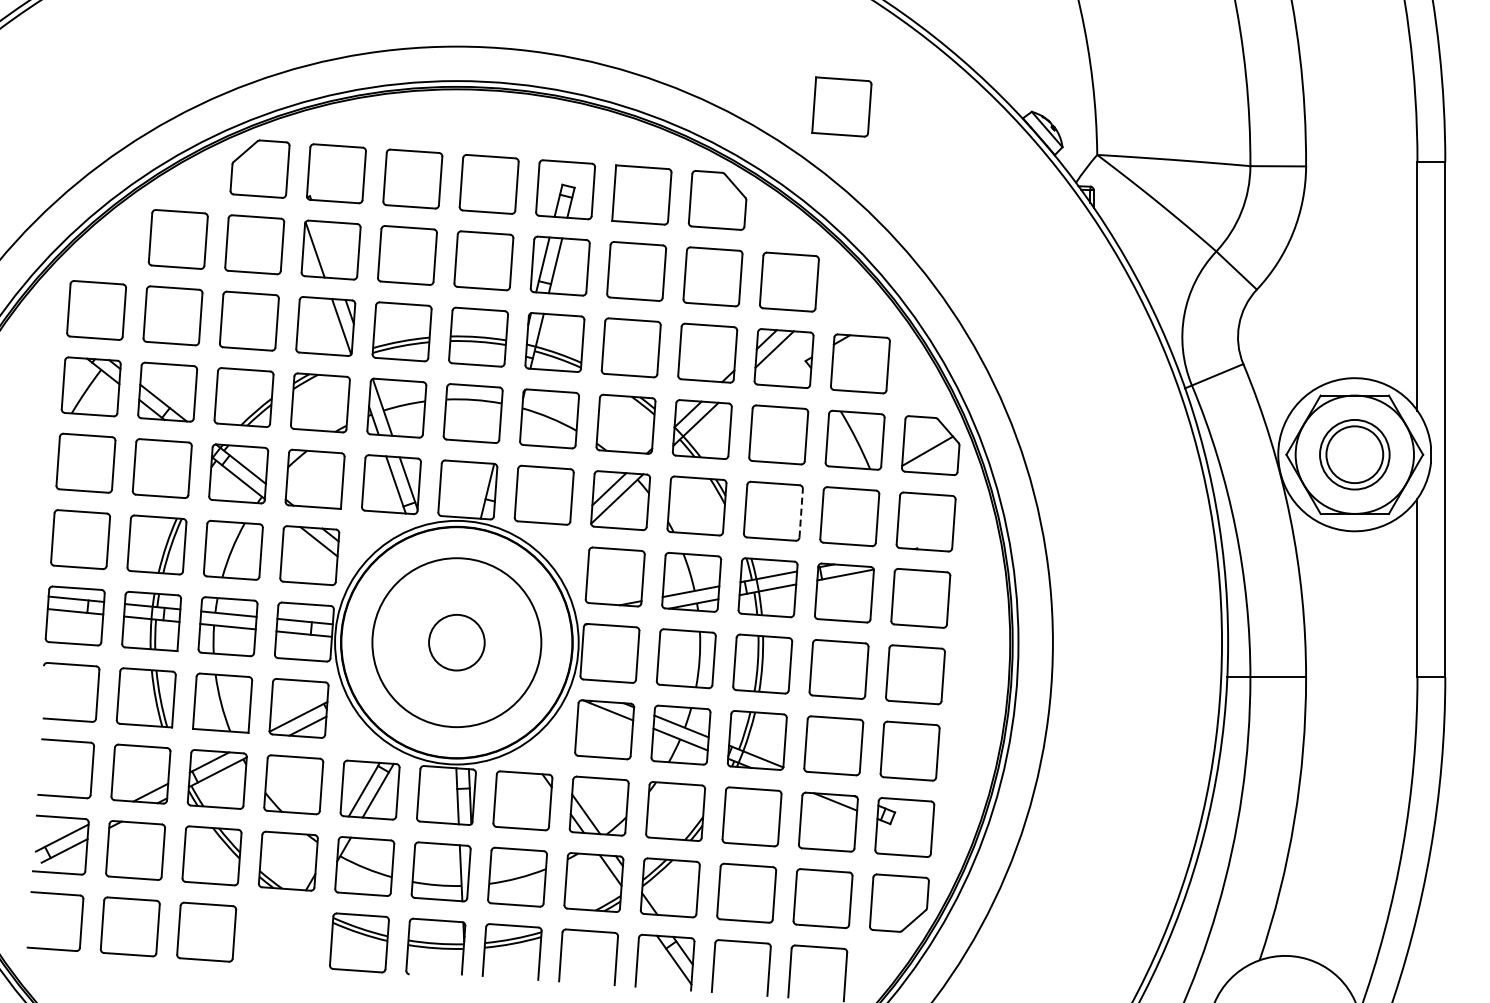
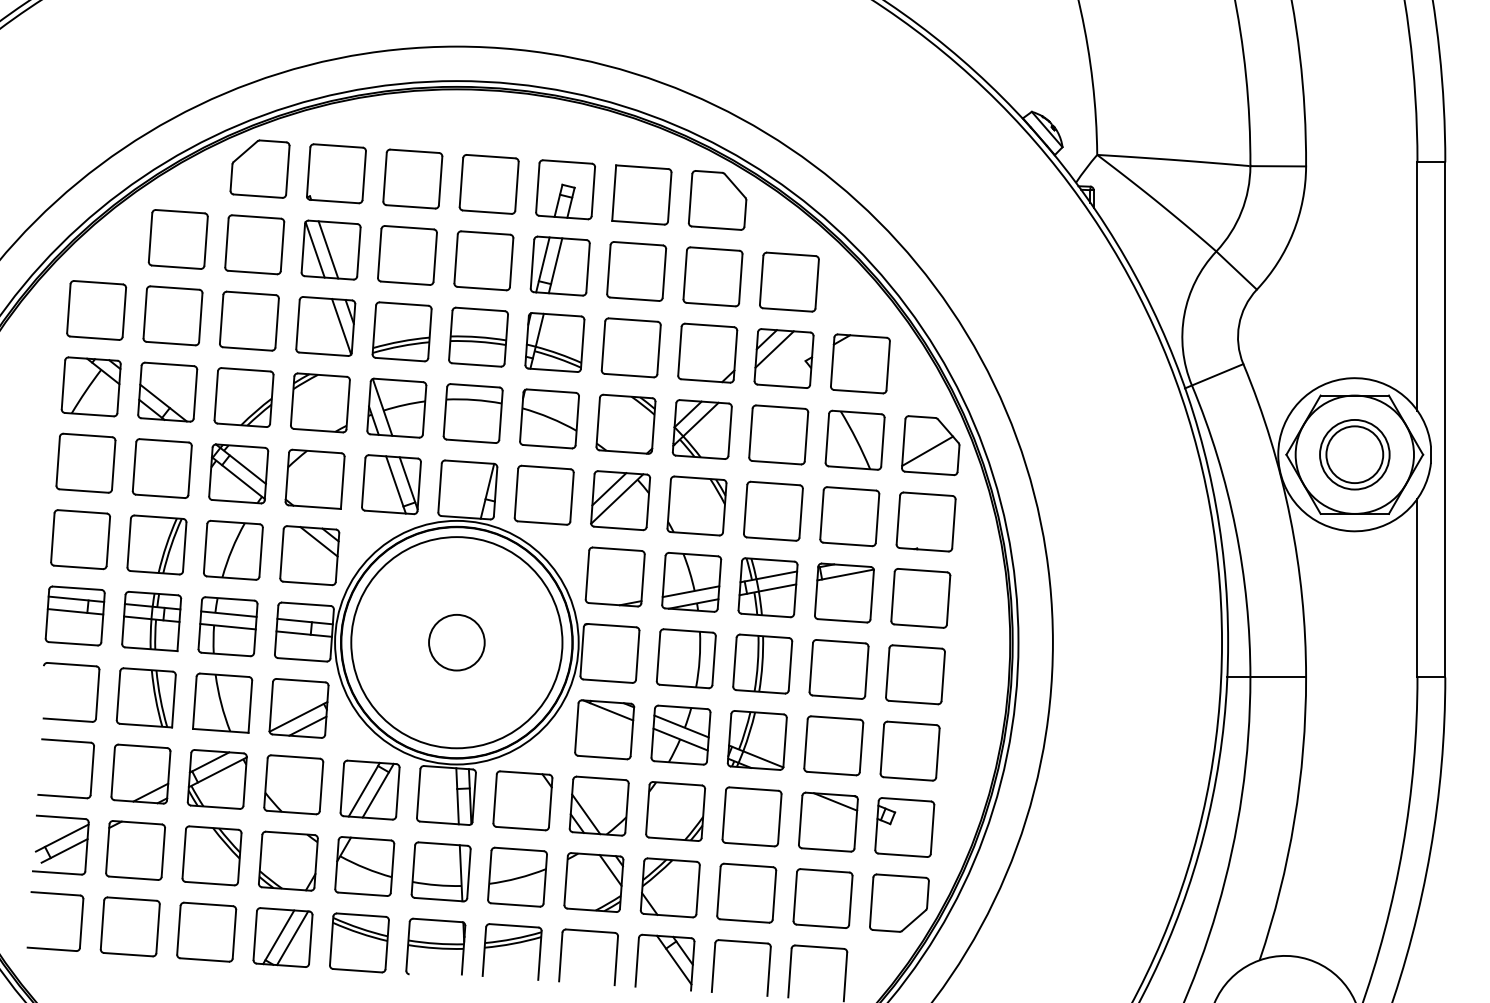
part at (841, 106): present -> none
line at (328, 249): none -> present
line at (801, 512): dashed -> solid
circle at (456, 642) diameter: 169 px -> 211 px
part at (282, 937): none -> present
